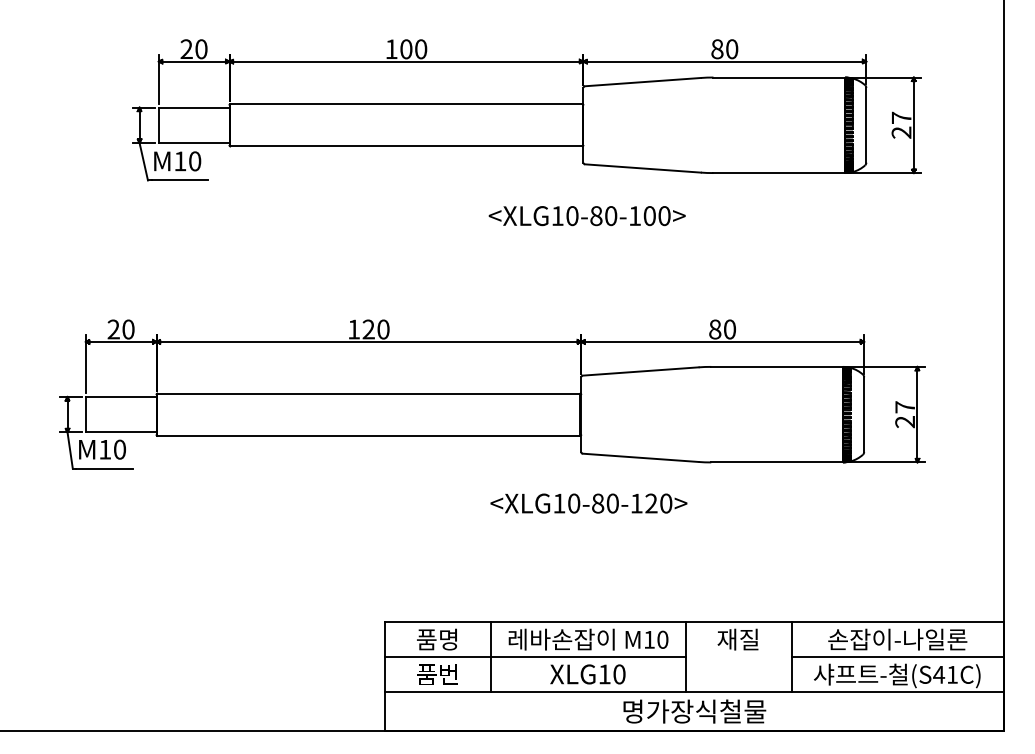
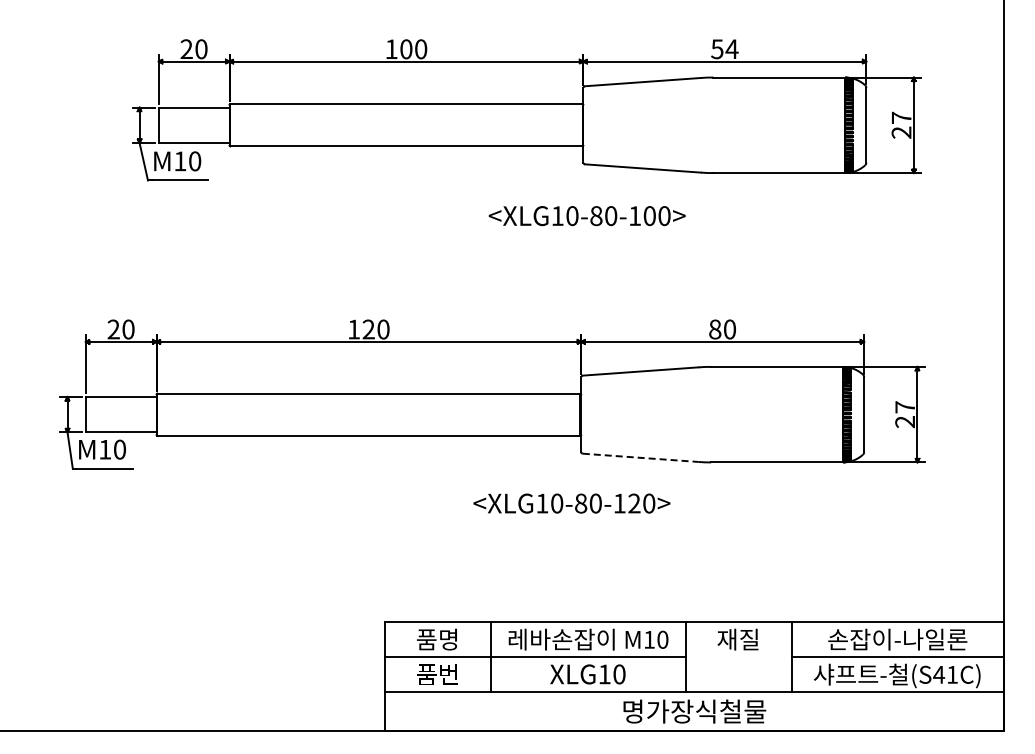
text at (724, 49): 80 -> 54
line at (641, 457): solid -> dashed
text at (588, 503) position: (588, 503) -> (571, 503)
